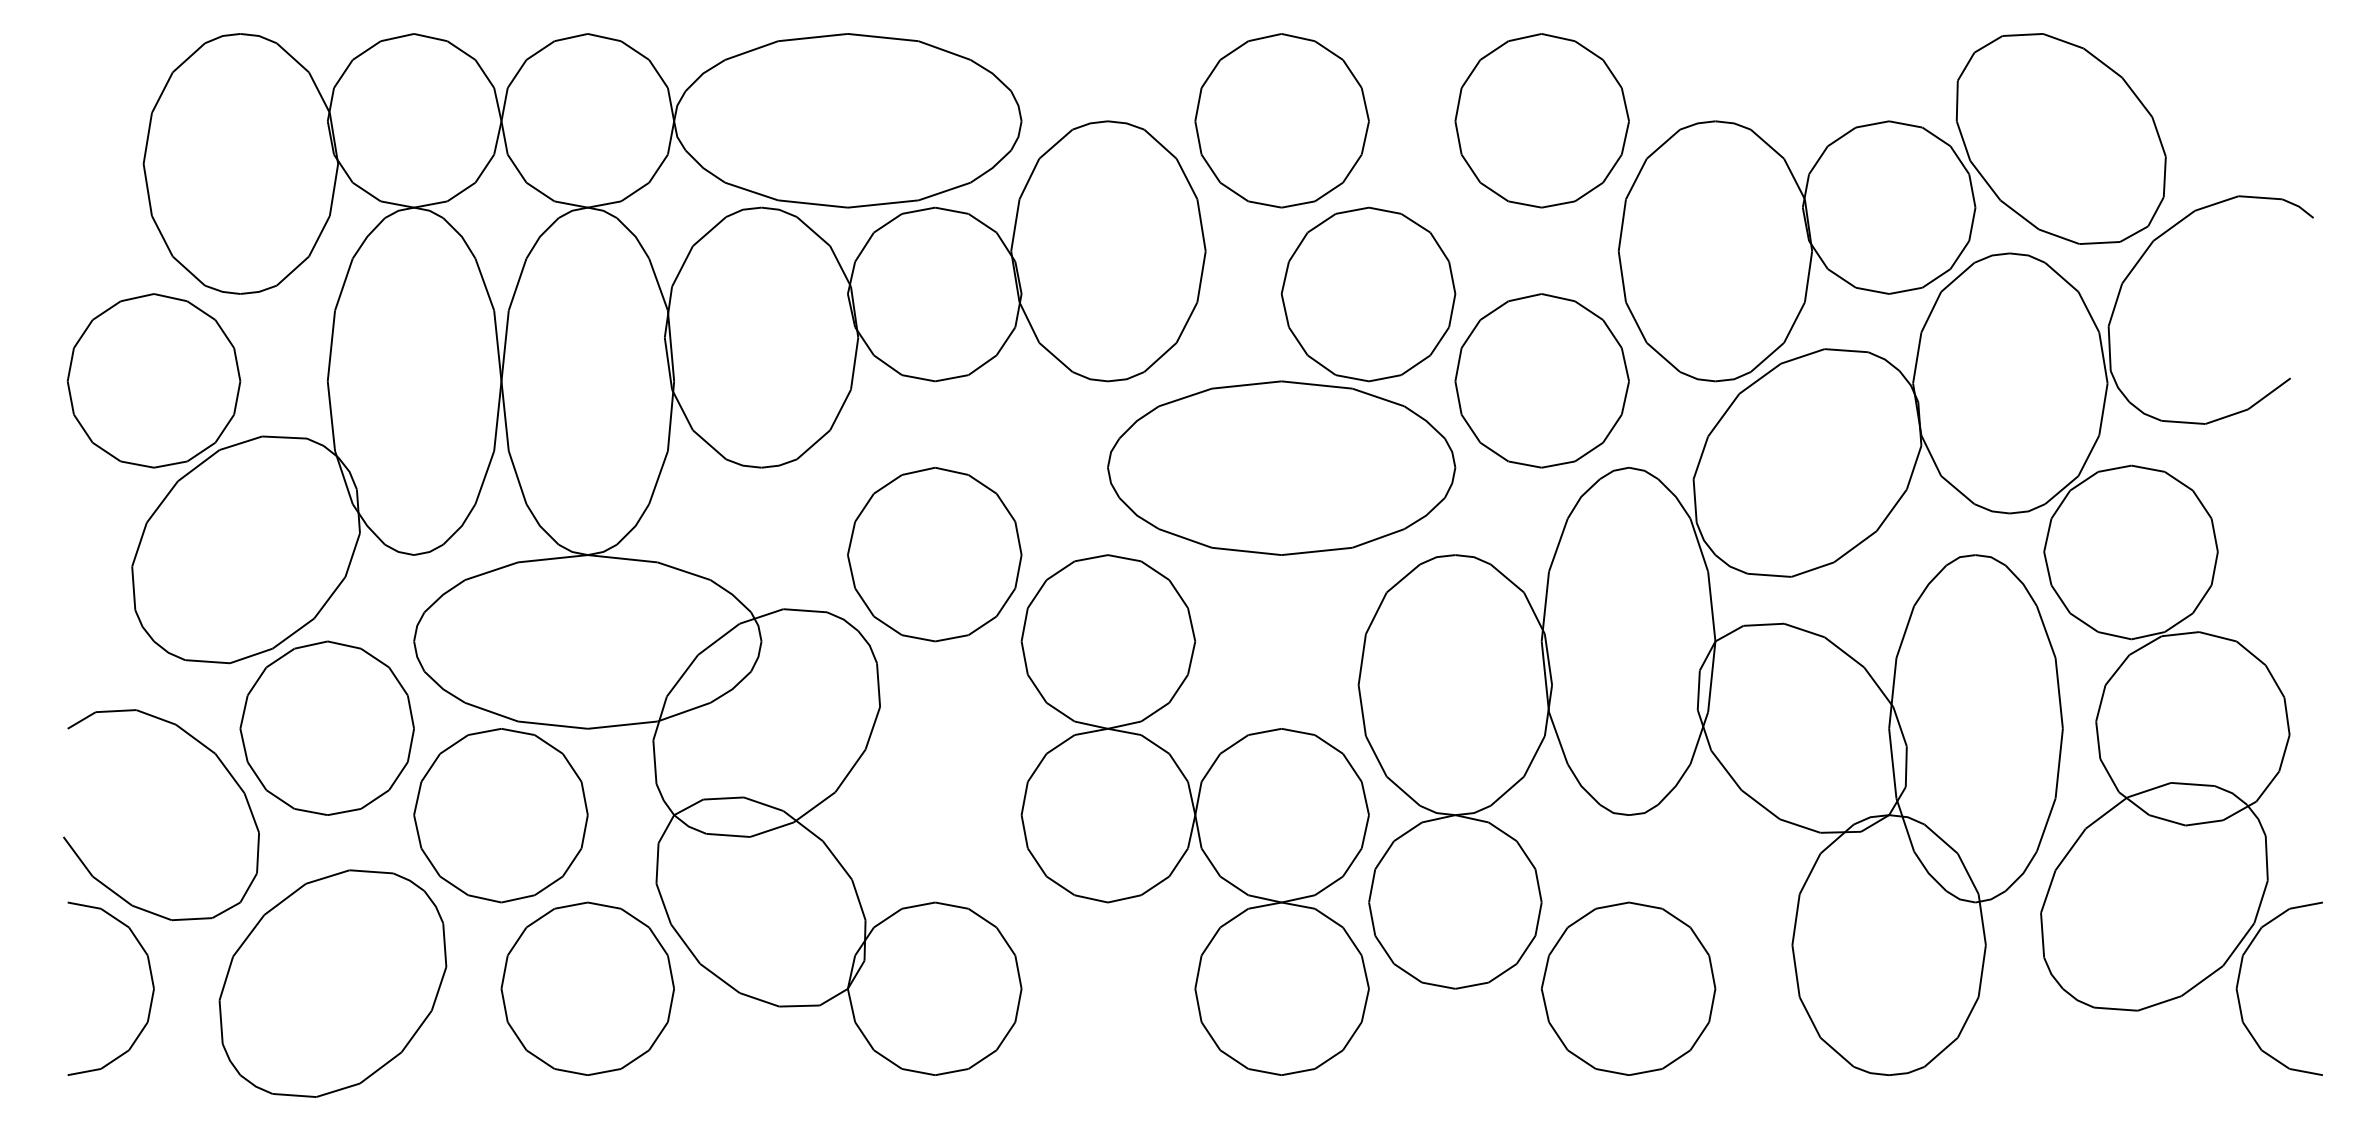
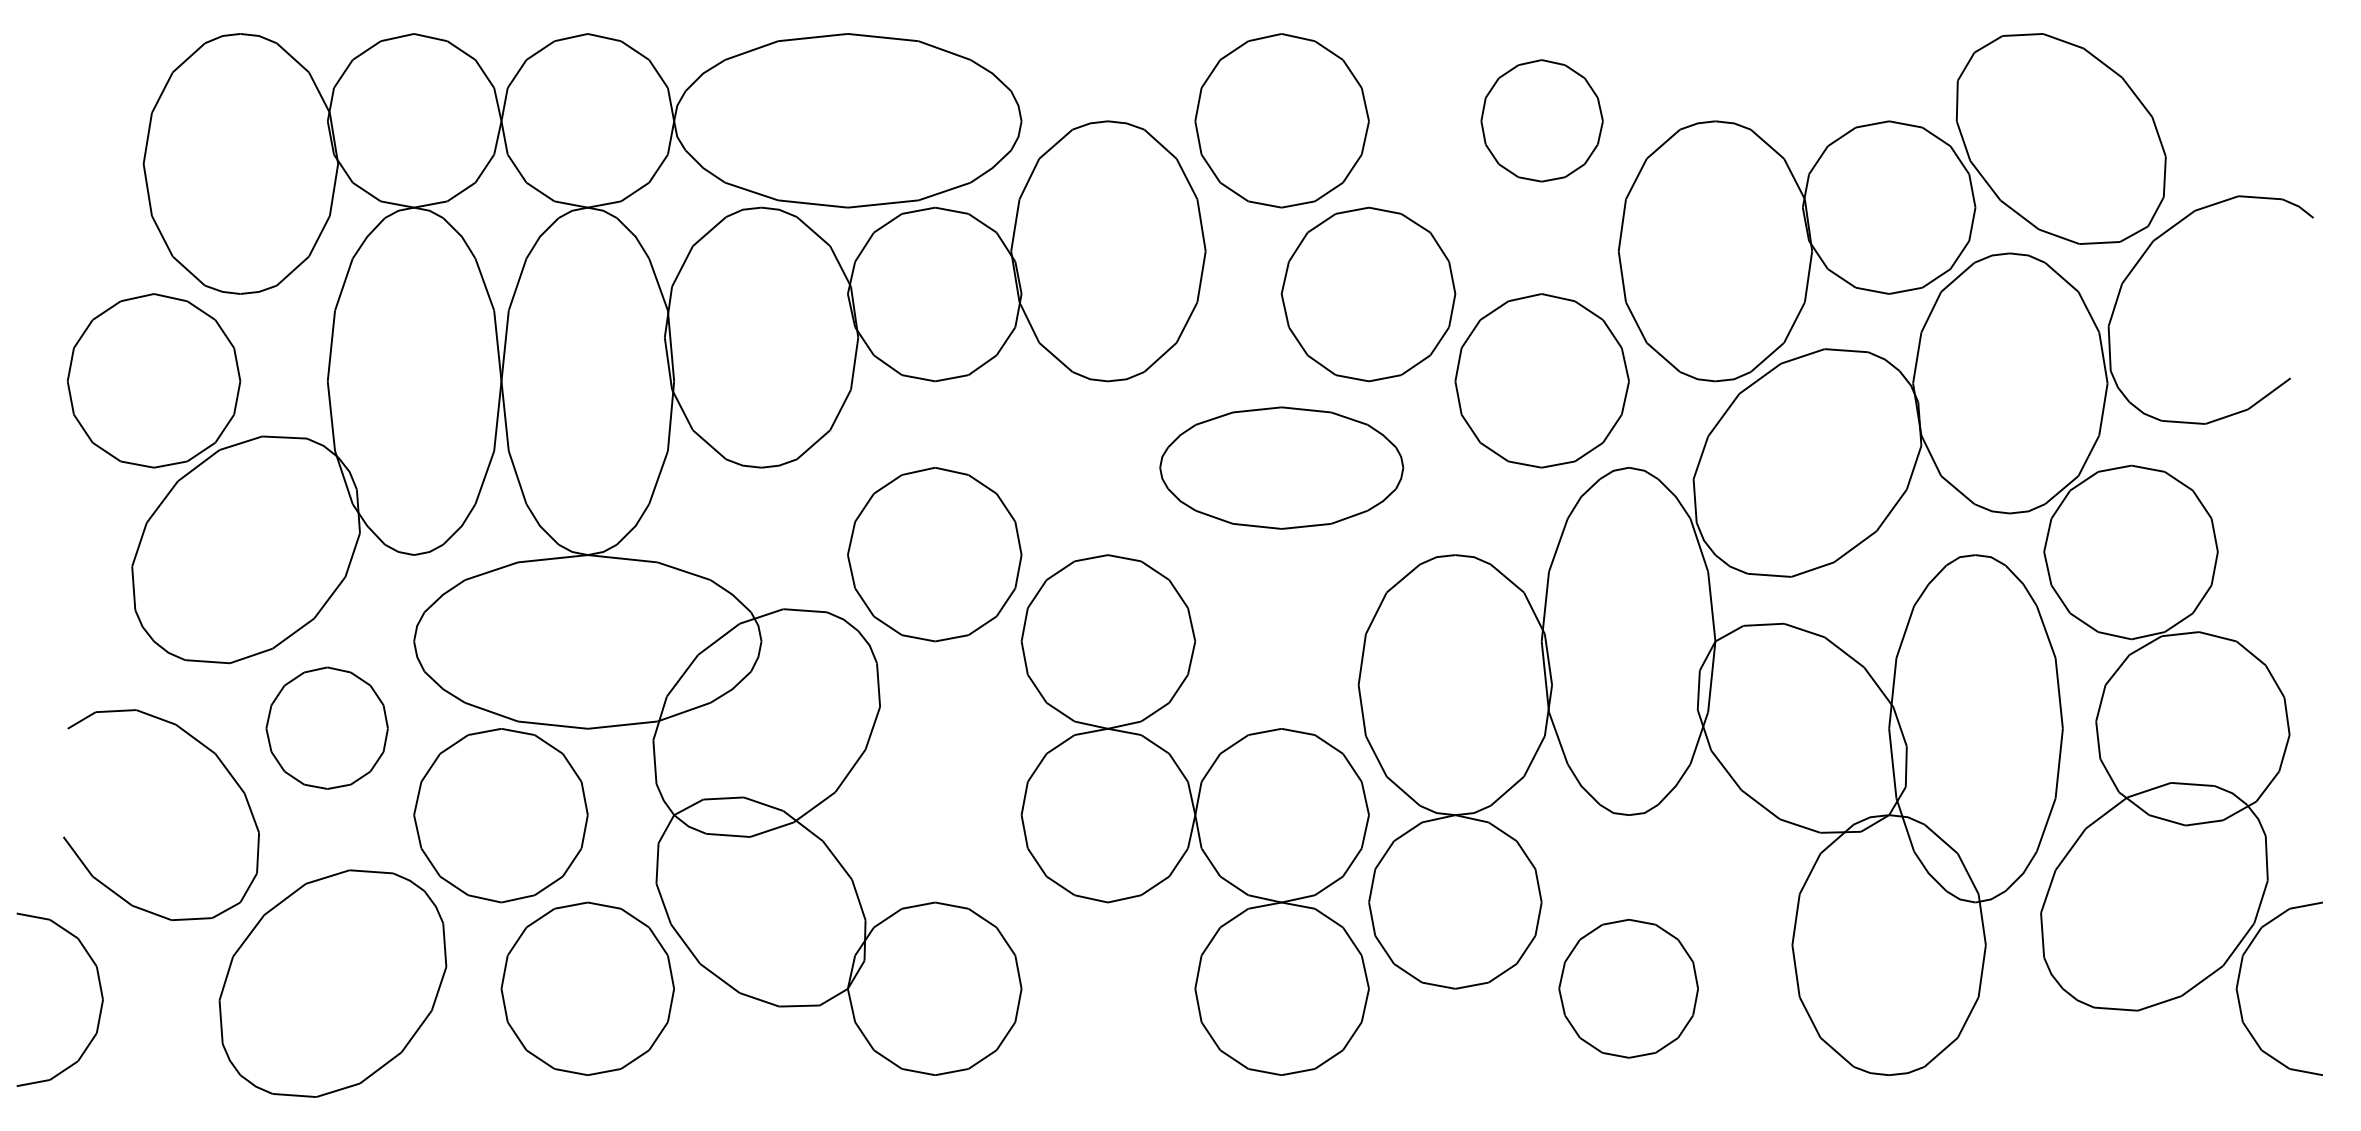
part at (1541, 120) size: 176x176 px -> 124x124 px
part at (1281, 467) size: 350x176 px -> 246x124 px
part at (326, 727) size: 176x176 px -> 124x124 px
part at (151, 982) position: (151, 982) -> (100, 993)
part at (1628, 988) size: 176x175 px -> 141x141 px
